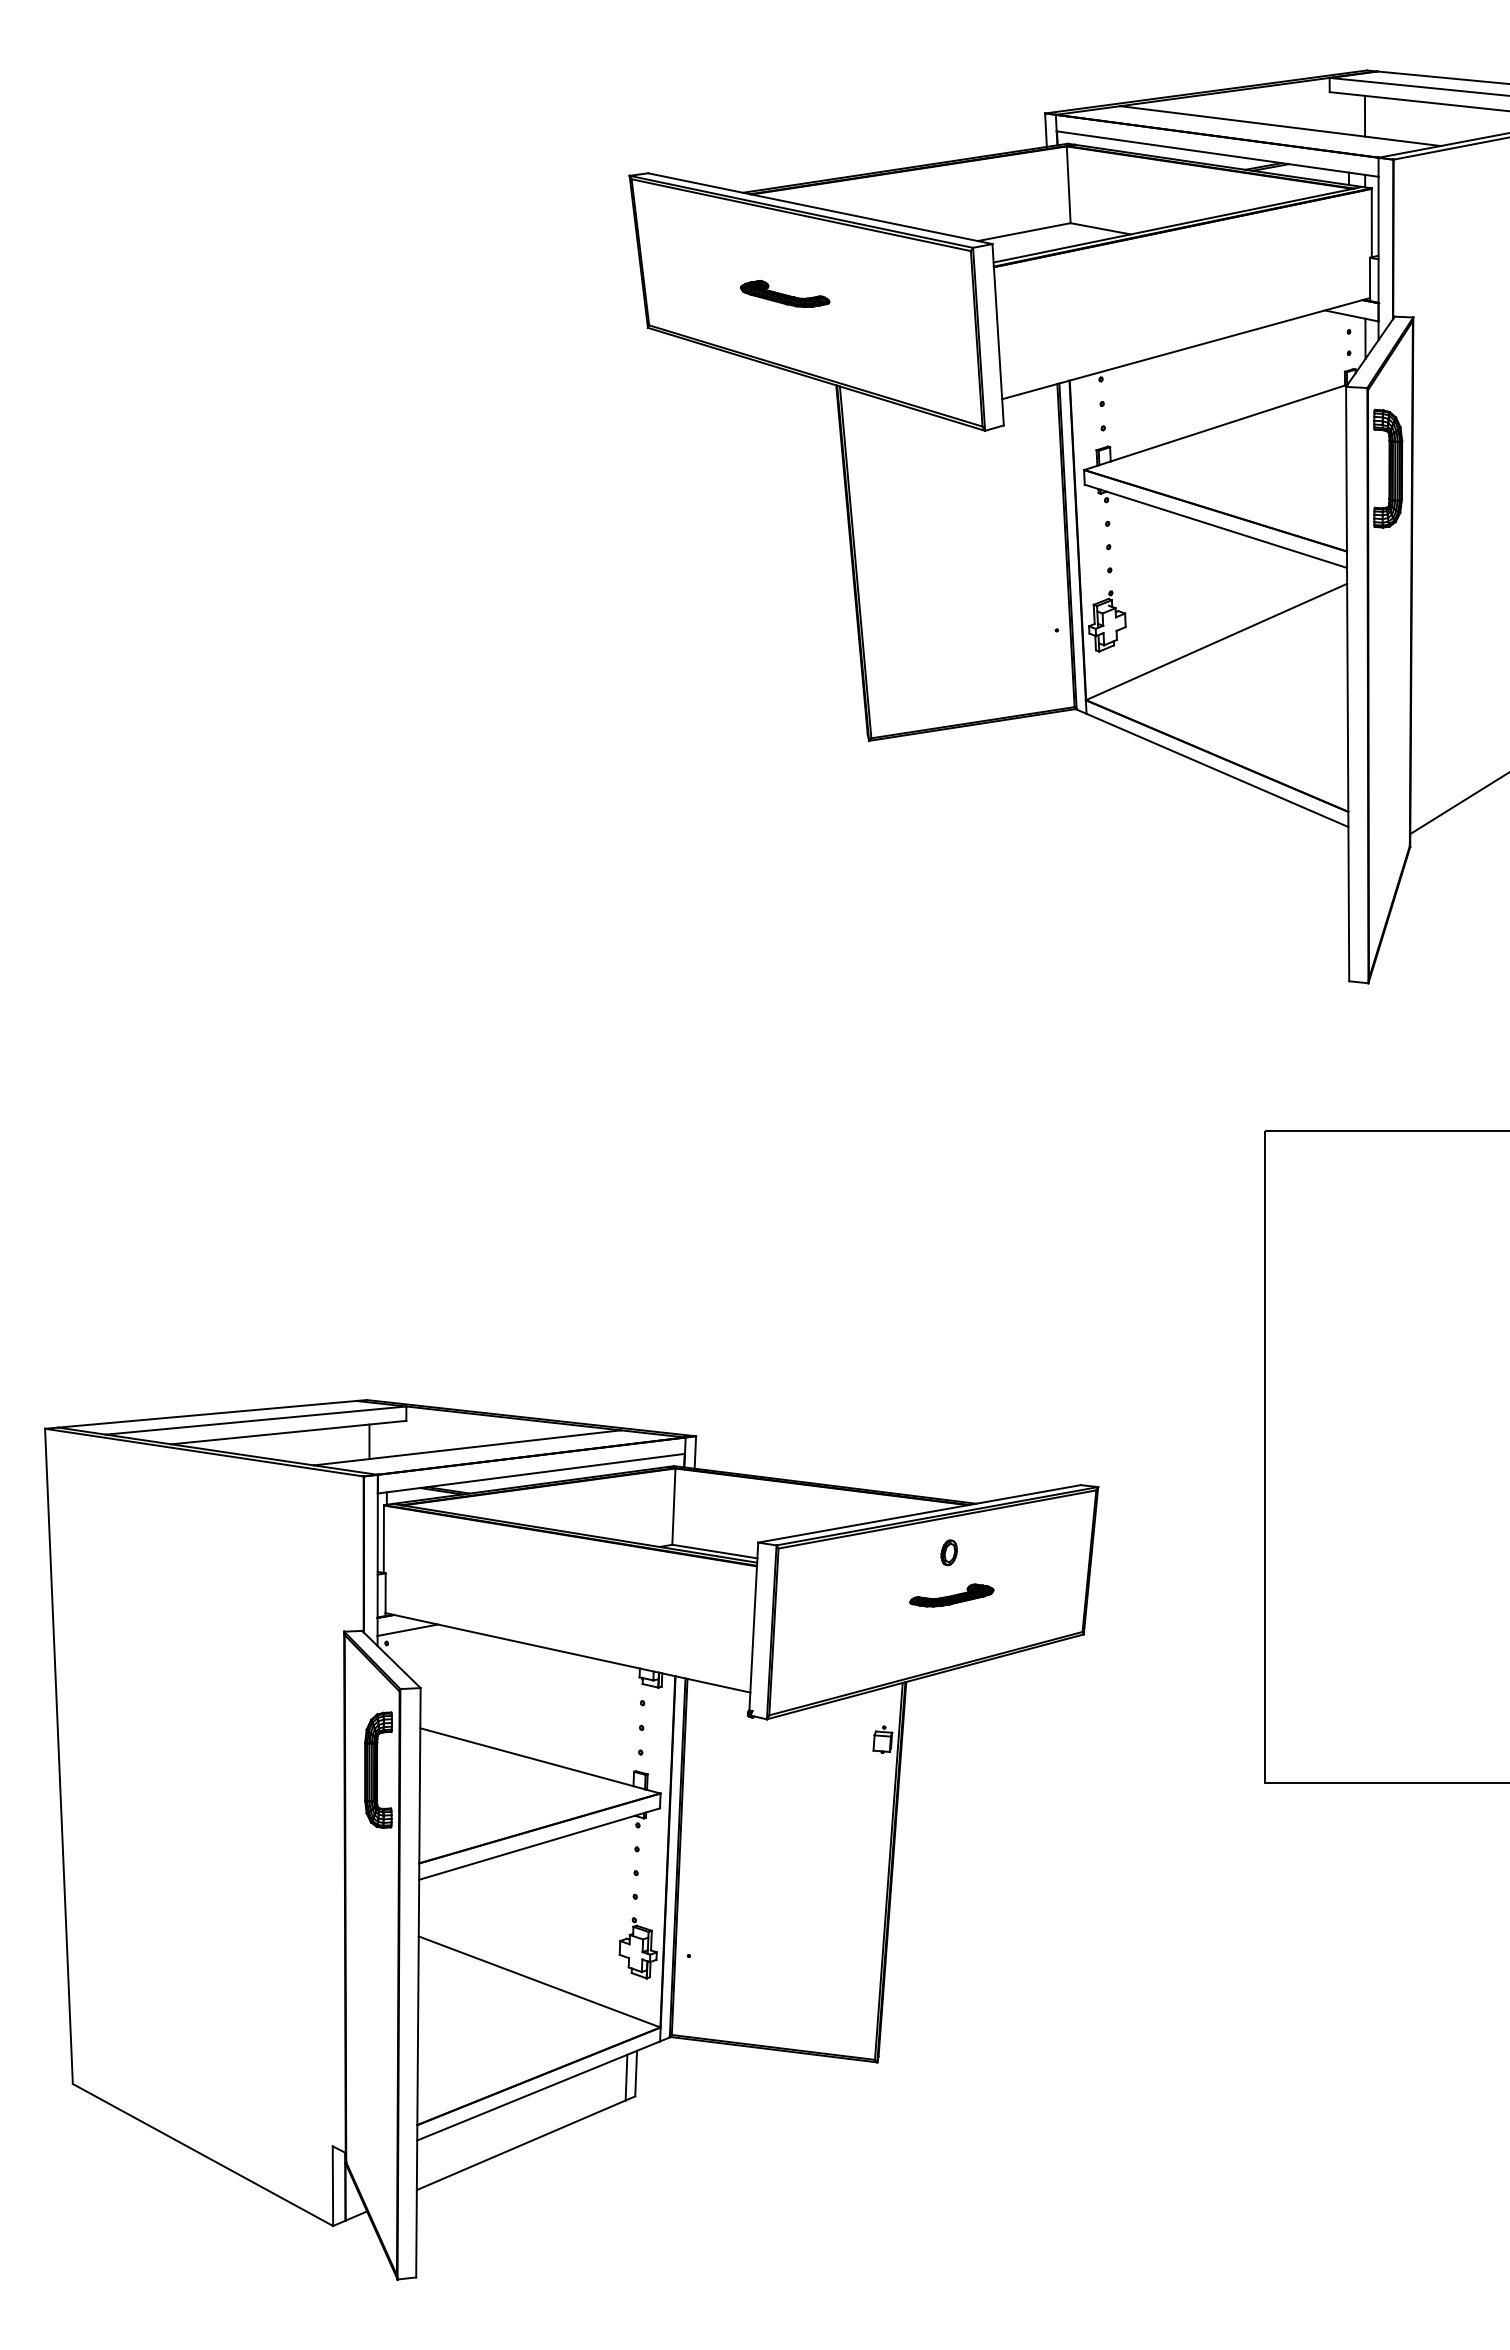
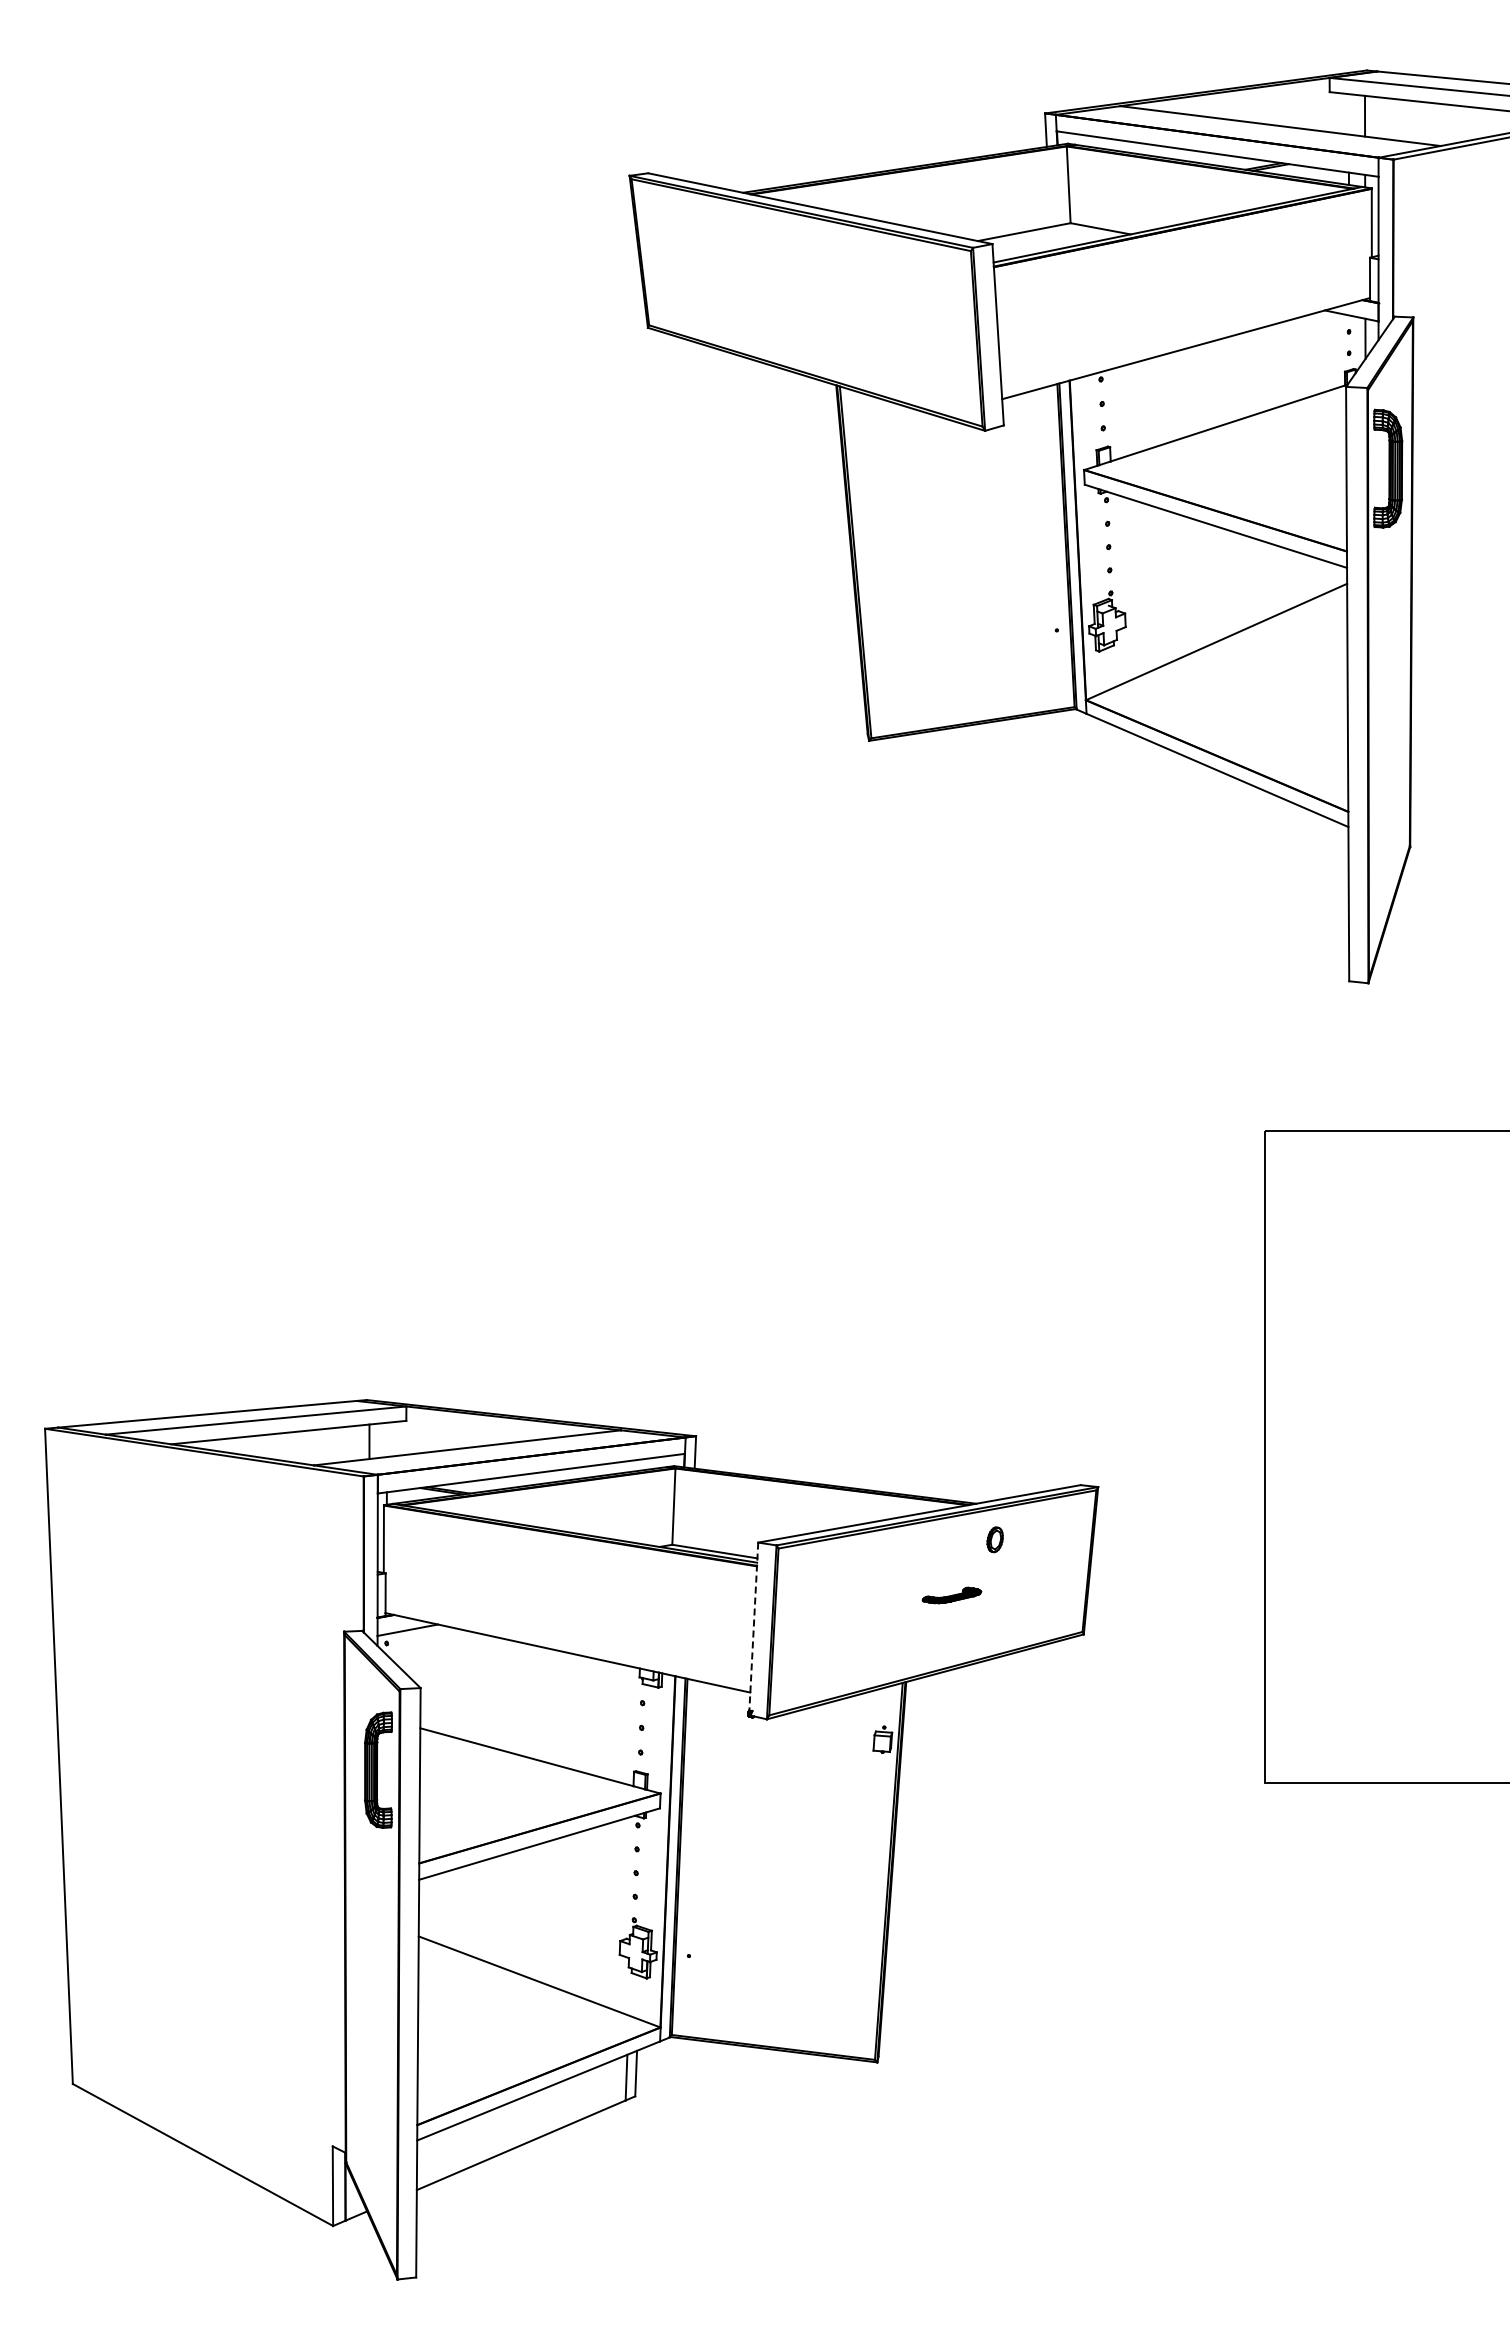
part at (784, 293): present -> none
line at (1458, 804): present -> none
part at (948, 1552) position: (948, 1552) -> (994, 1539)
part at (951, 1595) size: 86x25 px -> 62x19 px
line at (753, 1627): solid -> dashed
